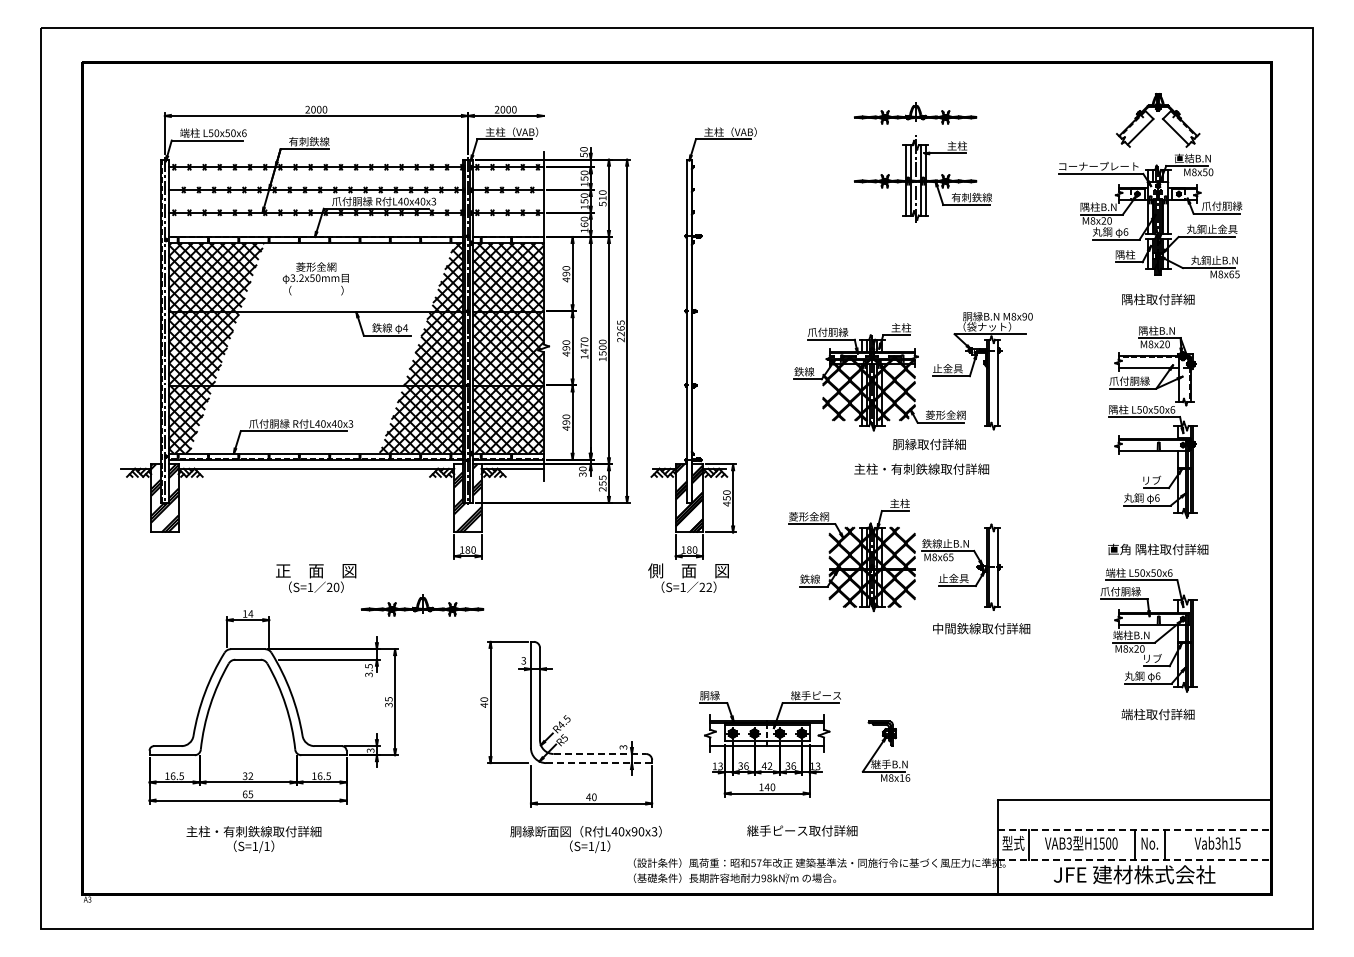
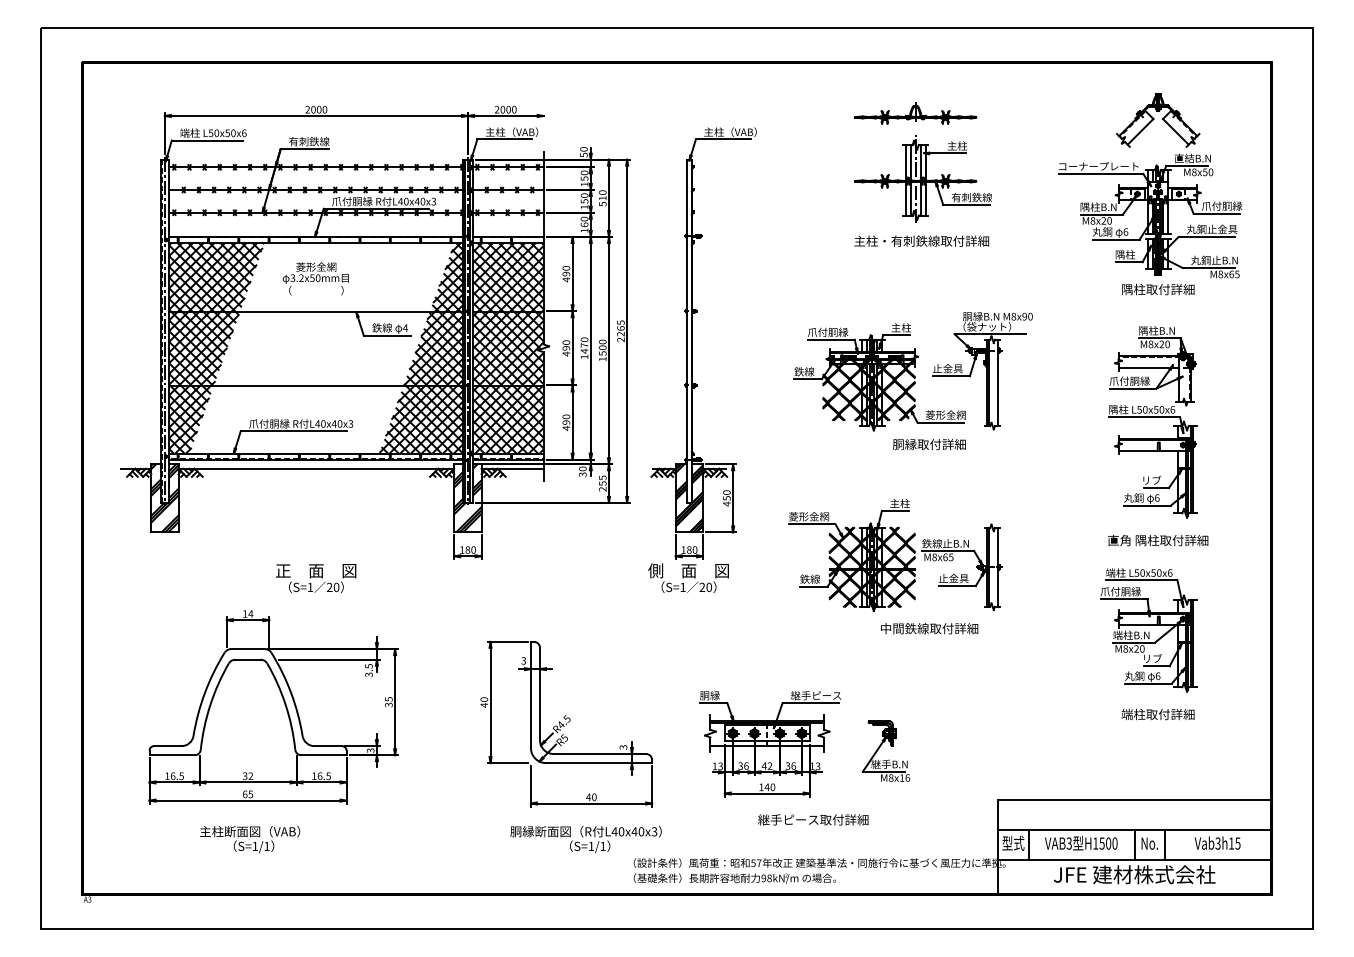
text at (1158, 299) position: (1158, 299) -> (1158, 289)
text at (921, 468) position: (921, 468) -> (921, 240)
text at (1158, 549) position: (1158, 549) -> (1158, 540)
text at (709, 587): 22 -> 20
part at (422, 605): present -> none
text at (981, 628) position: (981, 628) -> (929, 628)
line at (600, 754): dashed -> solid
line at (599, 763): dashed -> solid
text at (802, 830) position: (802, 830) -> (813, 819)
line at (1135, 830): dashed -> solid
text at (253, 831): 主柱・有刺鉄線取付詳細 -> 主柱断面図（VAB）
text at (634, 831): L40x90x3 -> L40x40x3
line at (1135, 860): dashed -> solid
